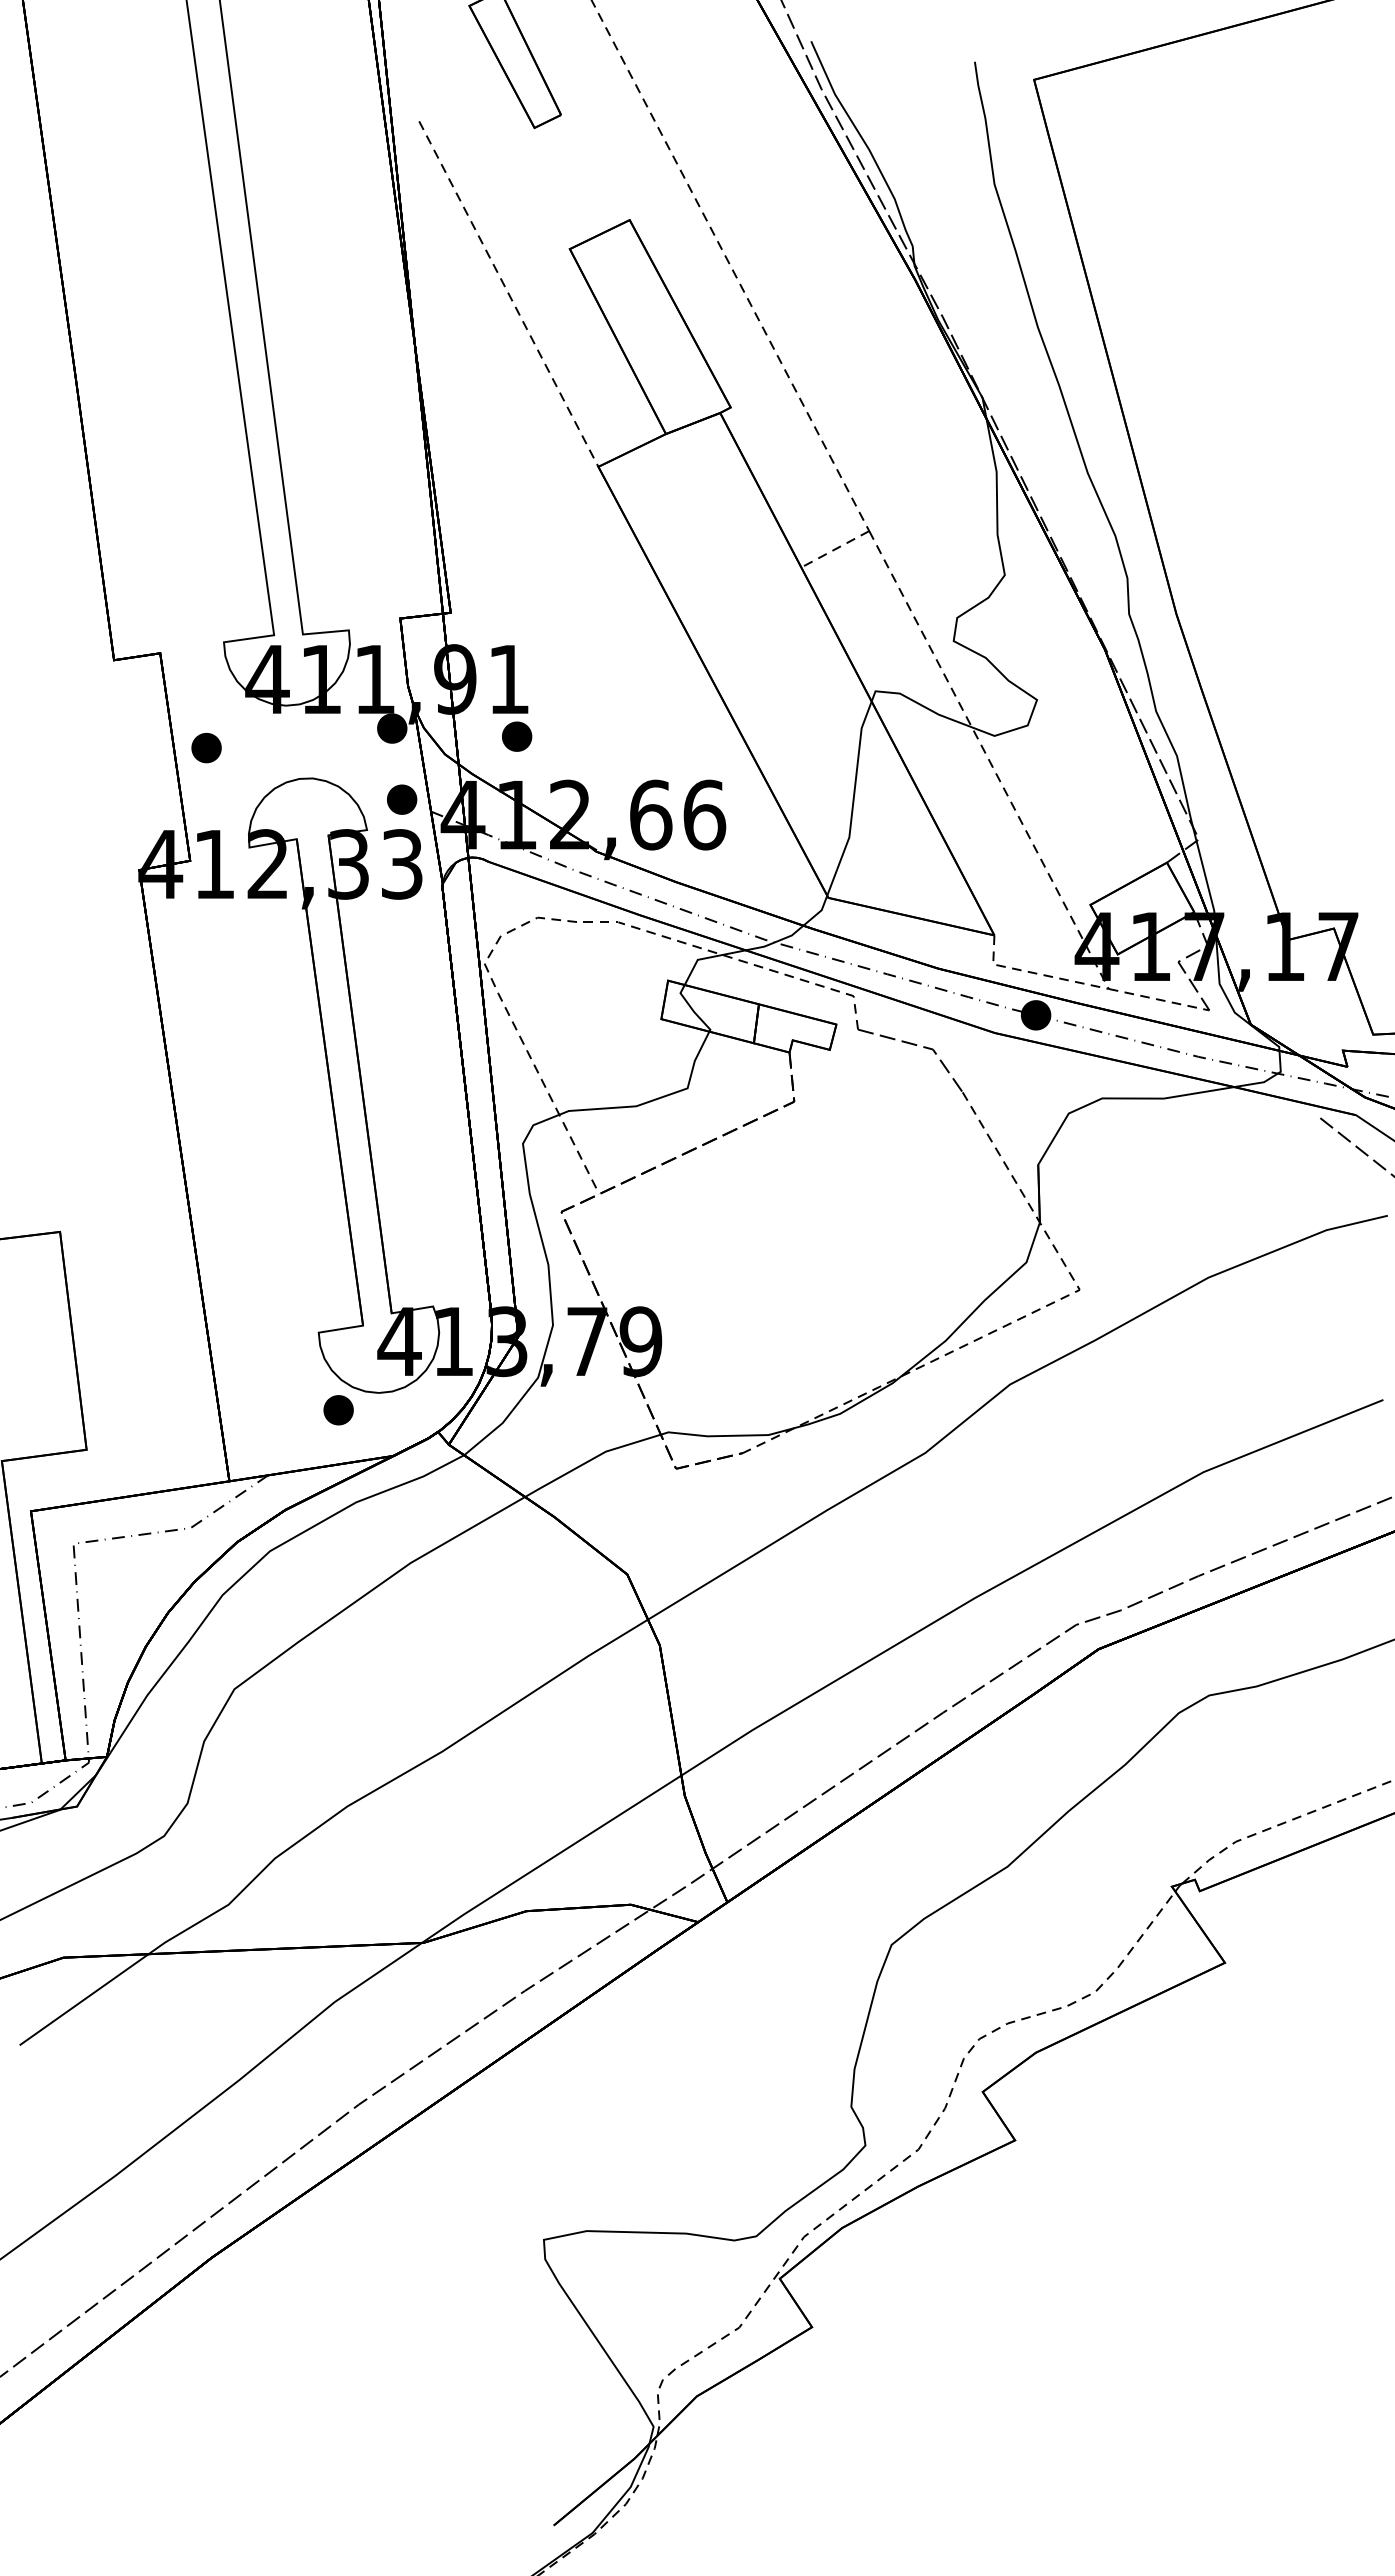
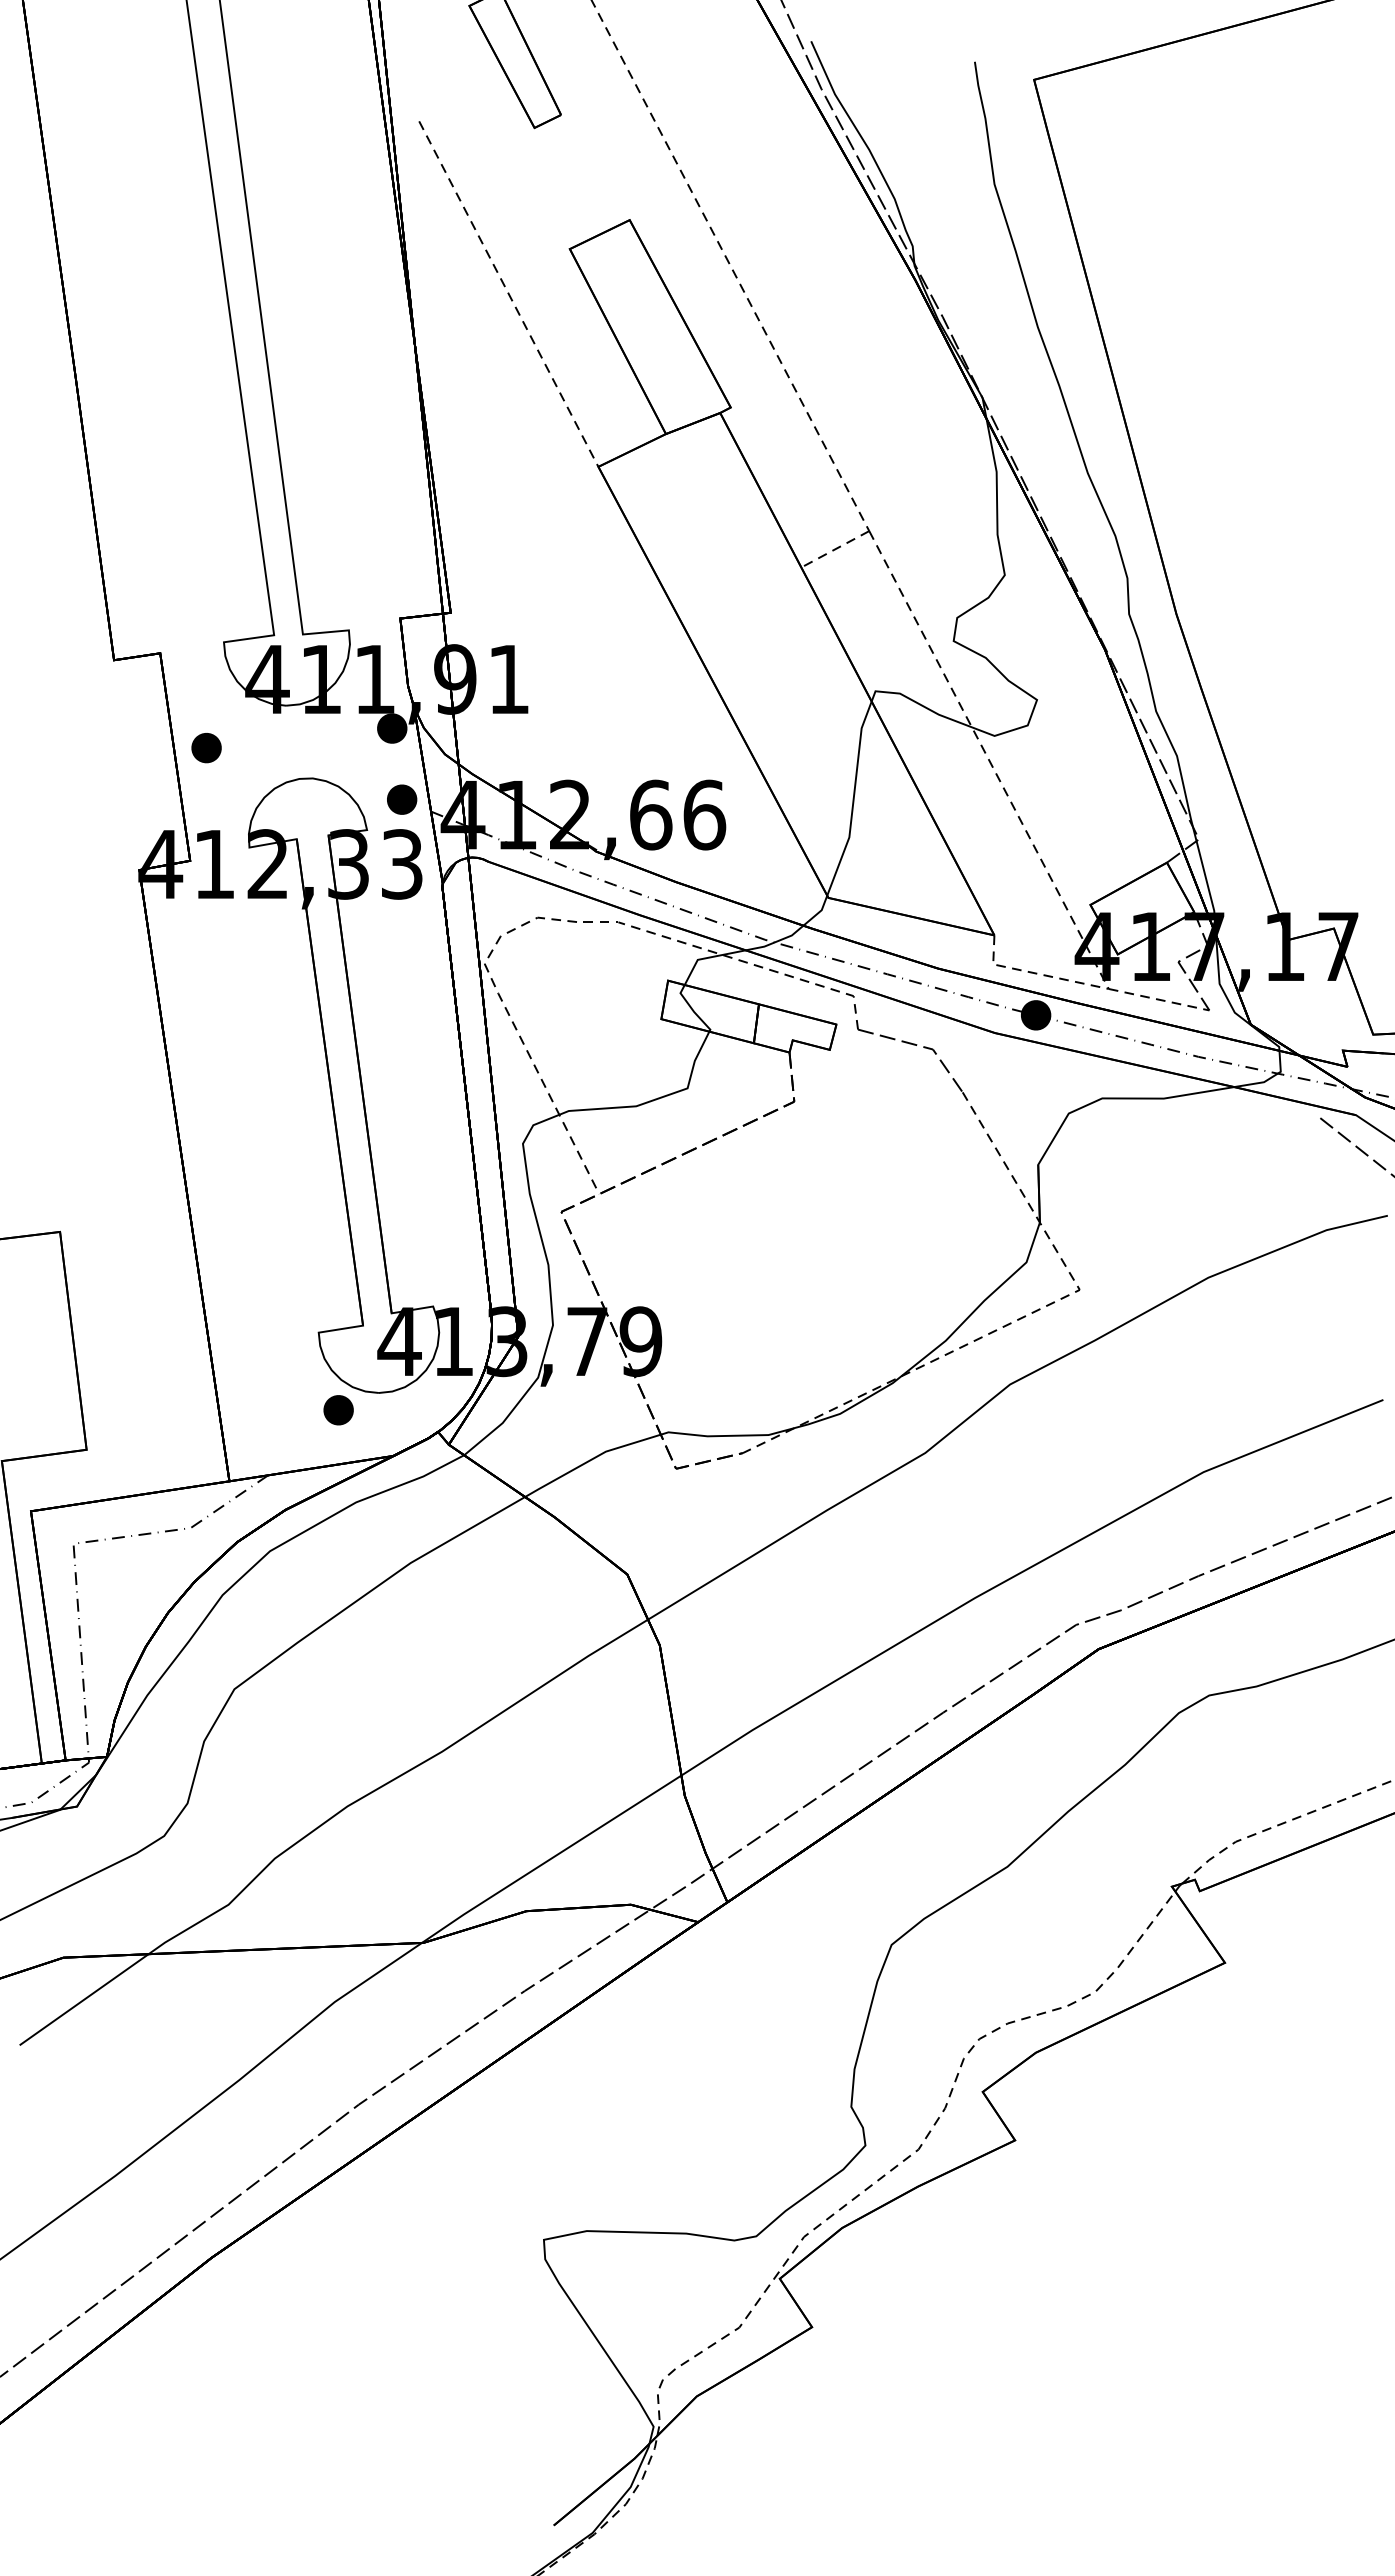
part at (517, 736): present -> none
